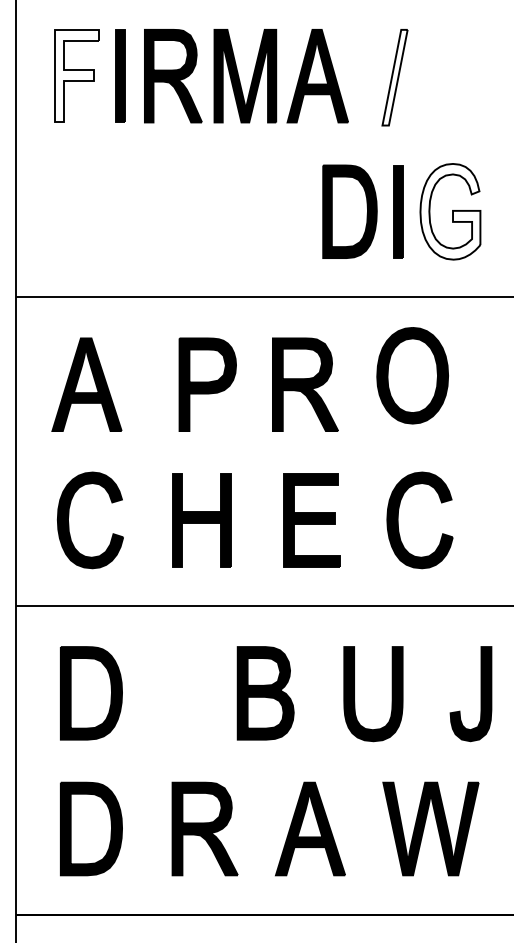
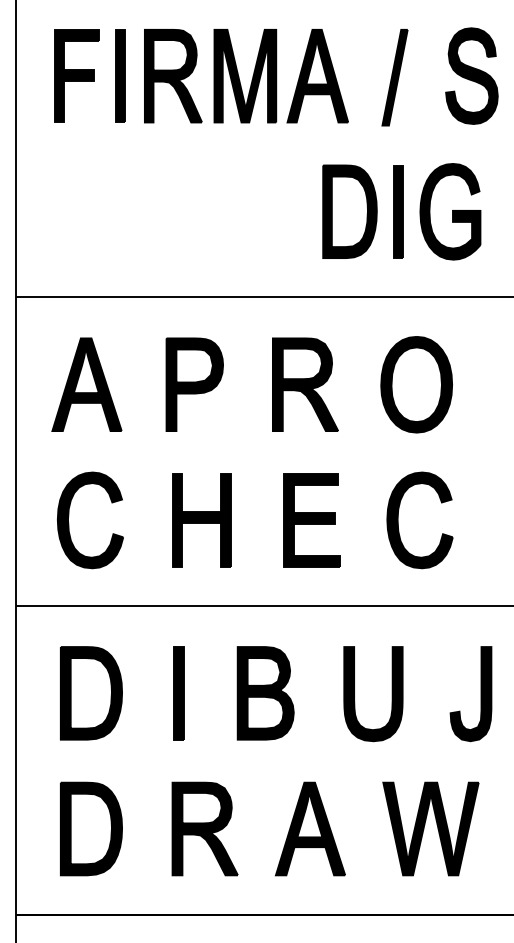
fill at (76, 75): none -> present
part at (471, 75): none -> present
fill at (394, 77): none -> present
fill at (450, 211): none -> present
part at (412, 375) position: (412, 375) -> (416, 384)
part at (207, 384) position: (207, 384) -> (194, 384)
part at (178, 693): none -> present
